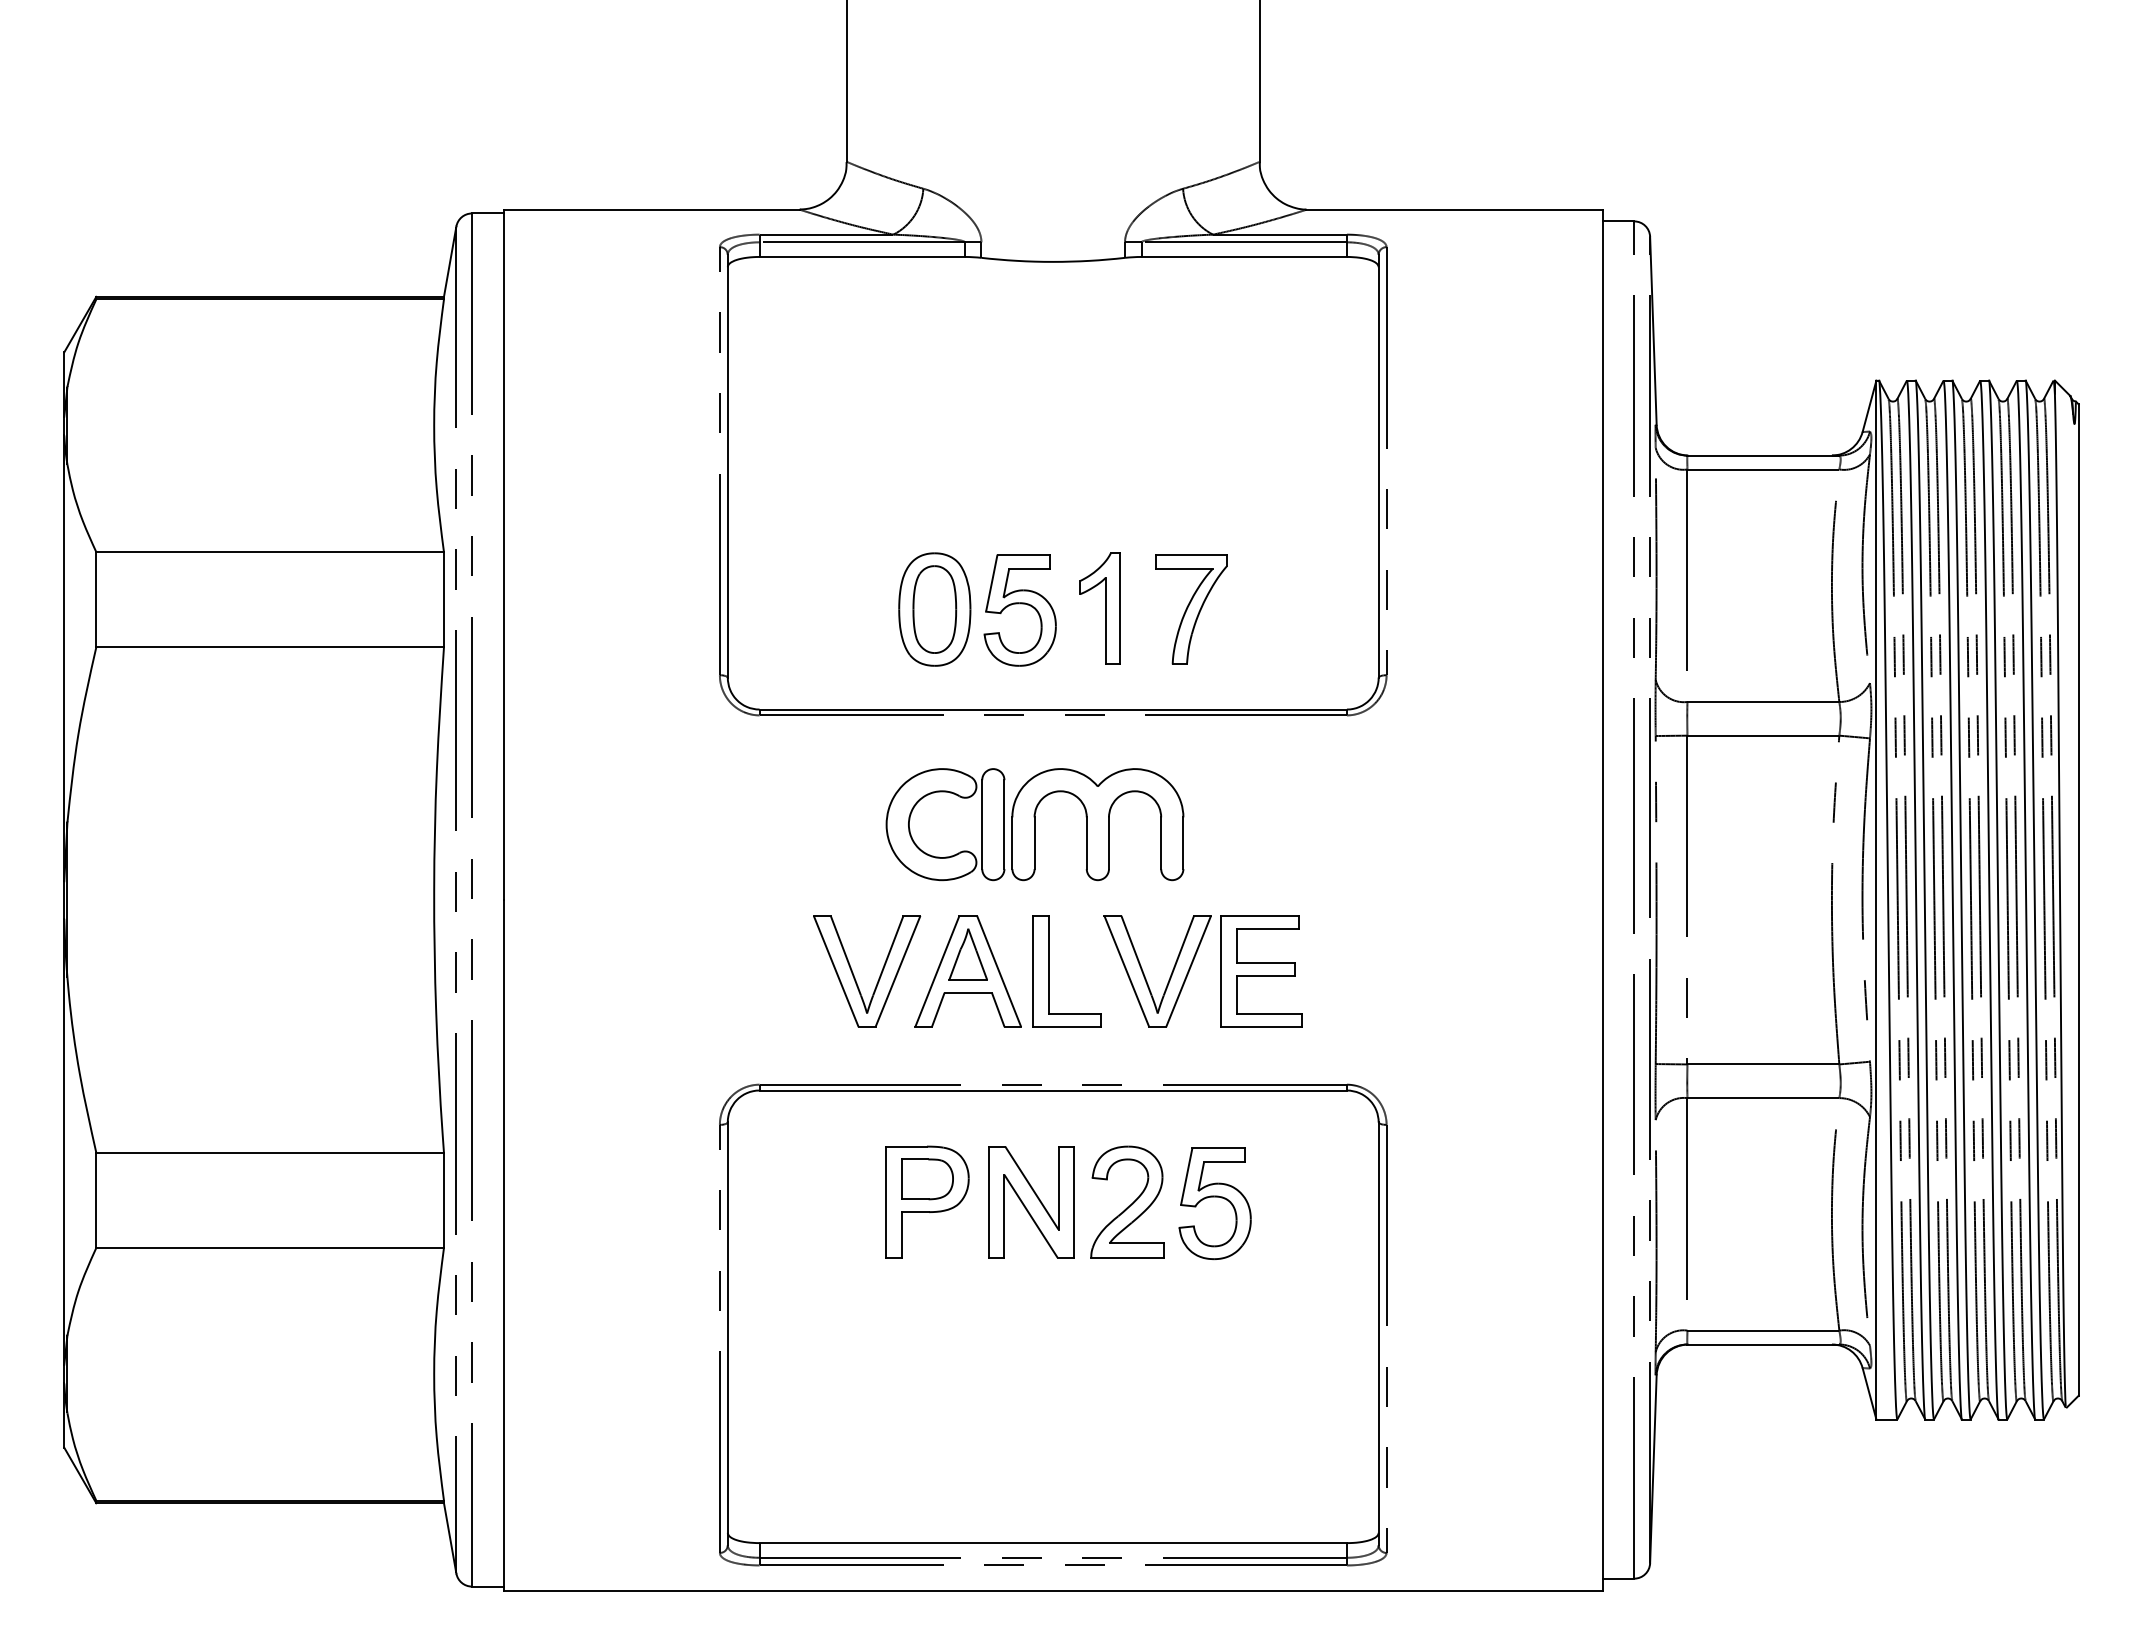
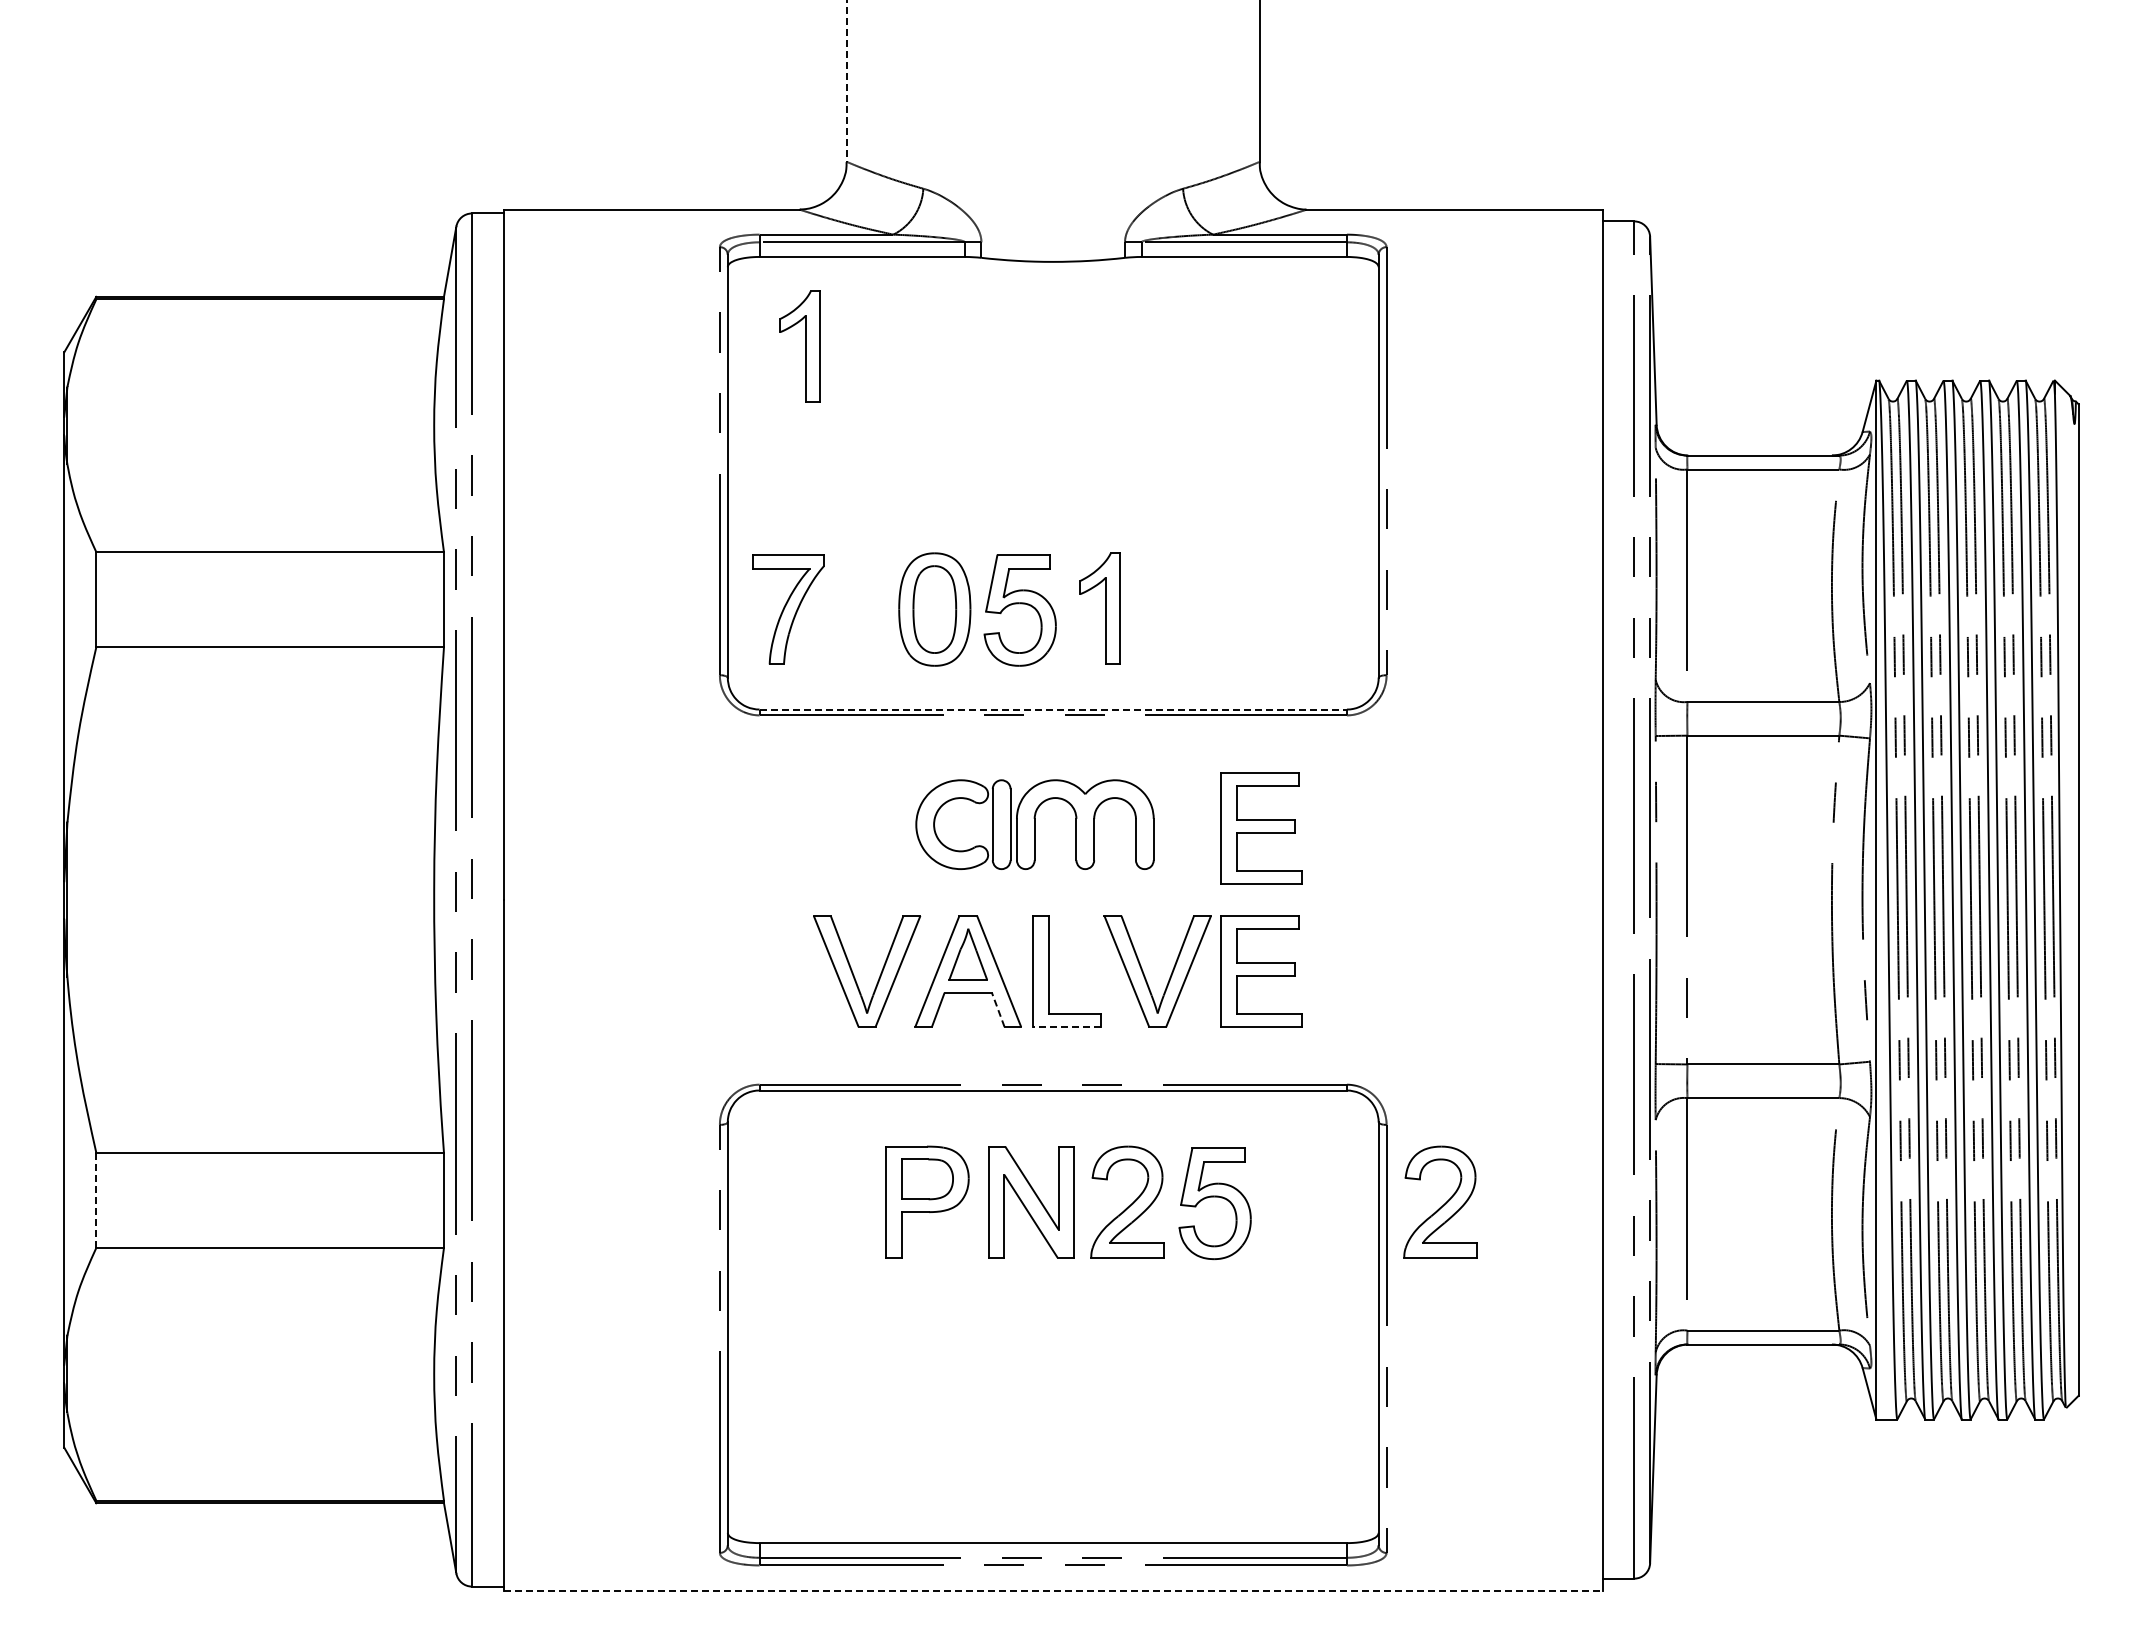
line at (846, 81): solid -> dashed
part at (799, 346): none -> present
part at (1191, 609) position: (1191, 609) -> (788, 609)
line at (1053, 709): solid -> dashed
part at (1034, 824) size: 300x114 px -> 240x91 px
part at (1261, 828): none -> present
line at (998, 1009): solid -> dashed
line at (1066, 1027): solid -> dashed
line at (96, 1199): solid -> dashed
part at (1440, 1201): none -> present
line at (1053, 1590): solid -> dashed
